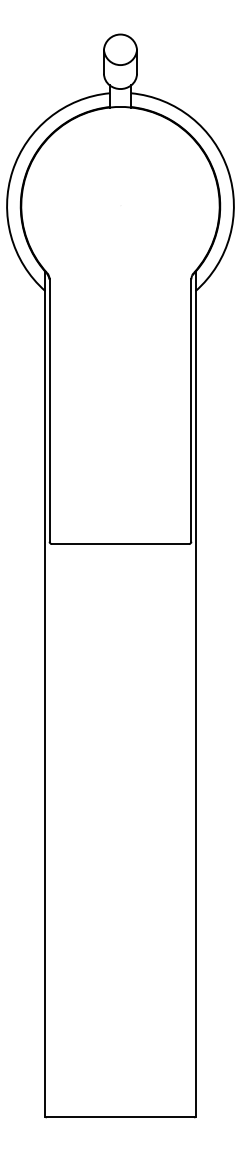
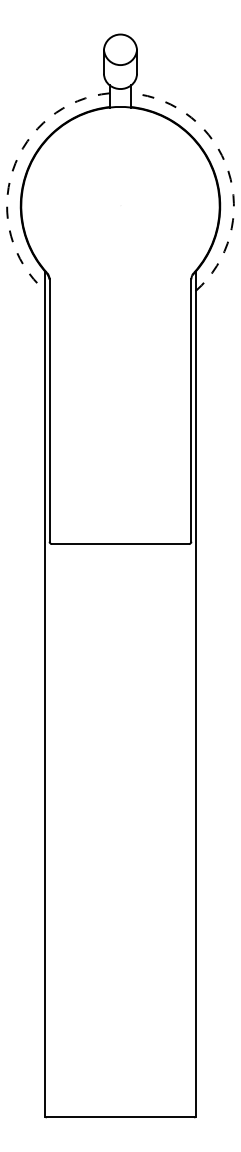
arc at (12, 171): solid -> dashed
arc at (228, 171): solid -> dashed
